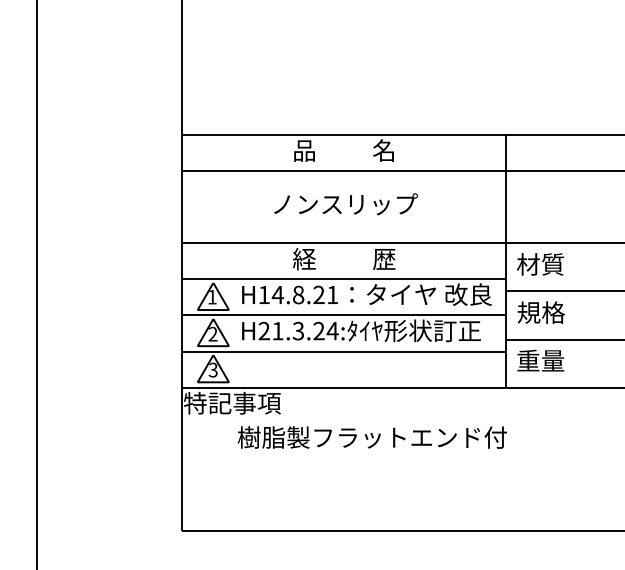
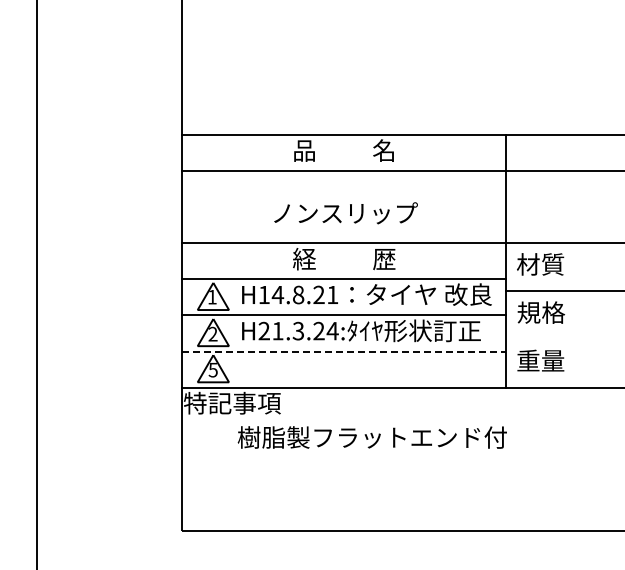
text at (345, 204) position: (345, 204) -> (345, 213)
line at (563, 339): present -> none
line at (344, 351): solid -> dashed
text at (213, 369): 3 -> 5
